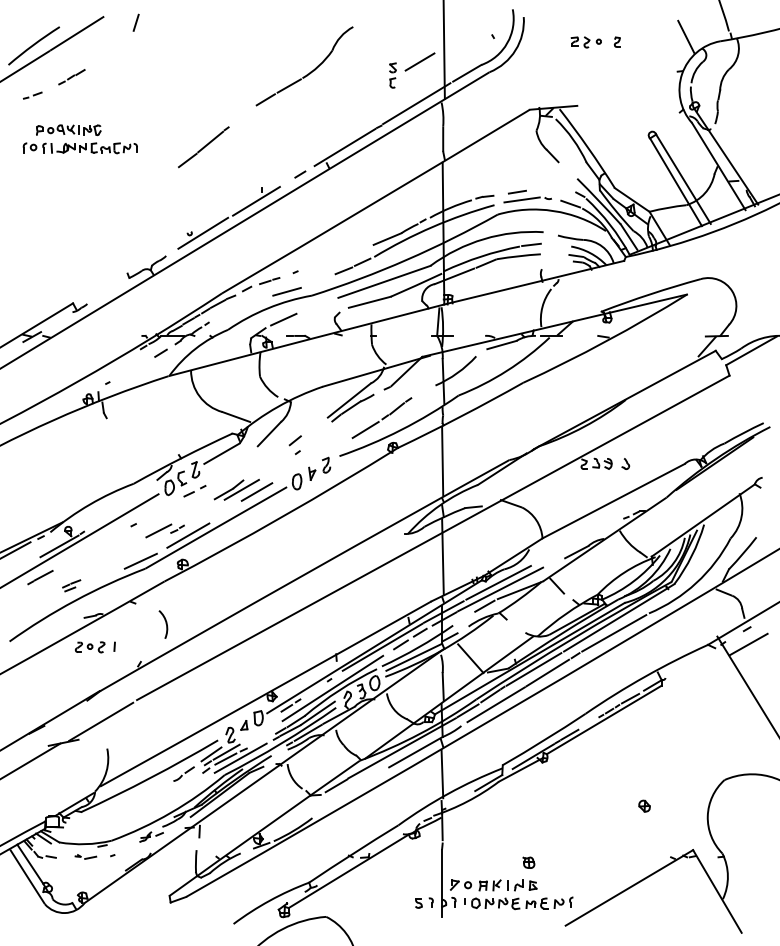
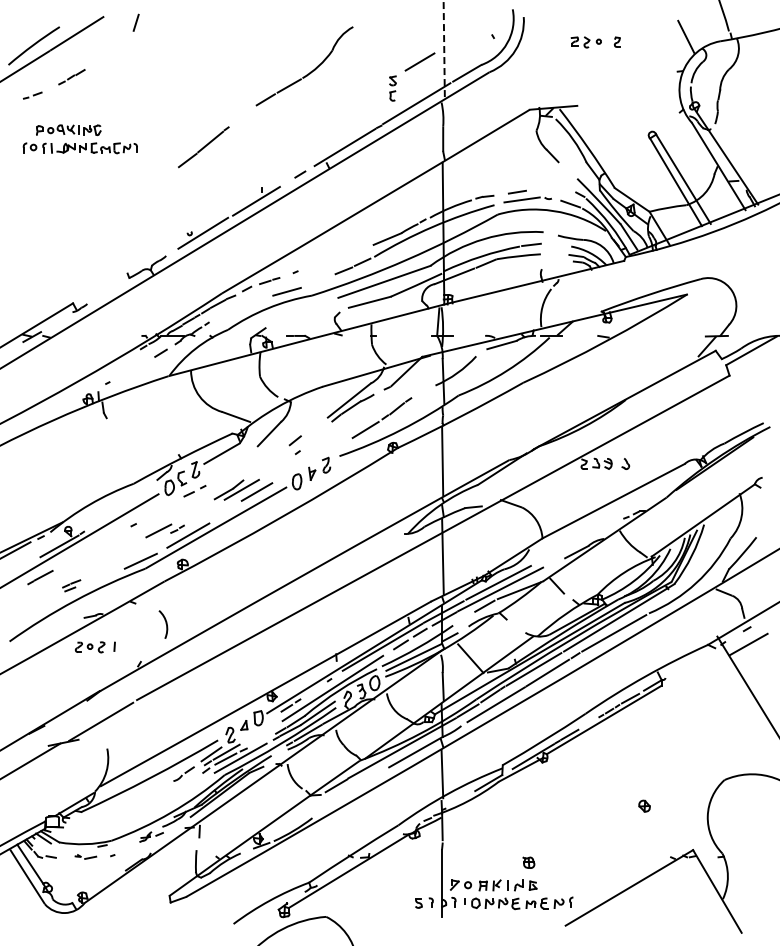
line at (444, 49): solid -> dashed
part at (392, 75) position: (392, 75) -> (392, 88)
line at (283, 319): present -> none
